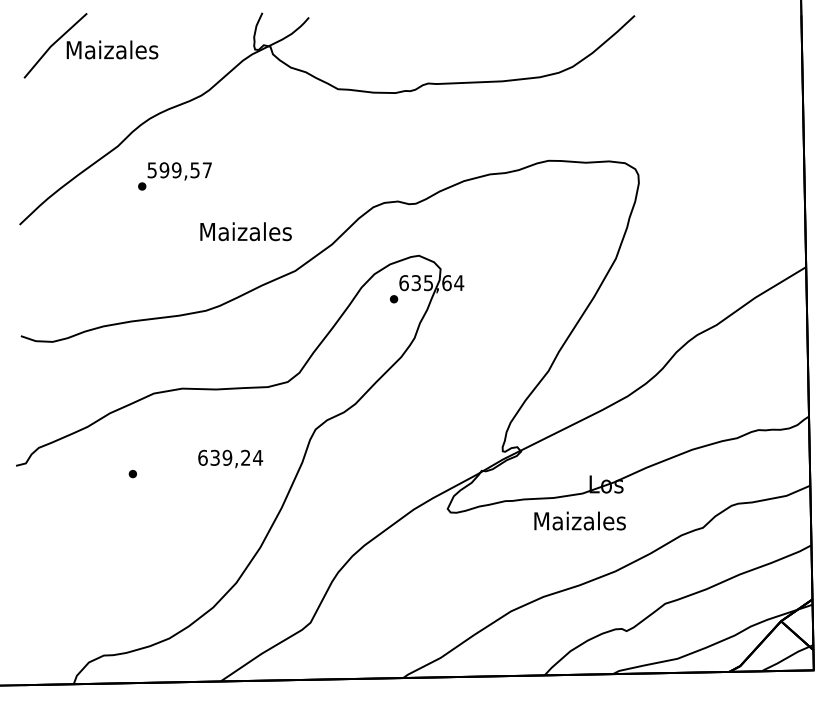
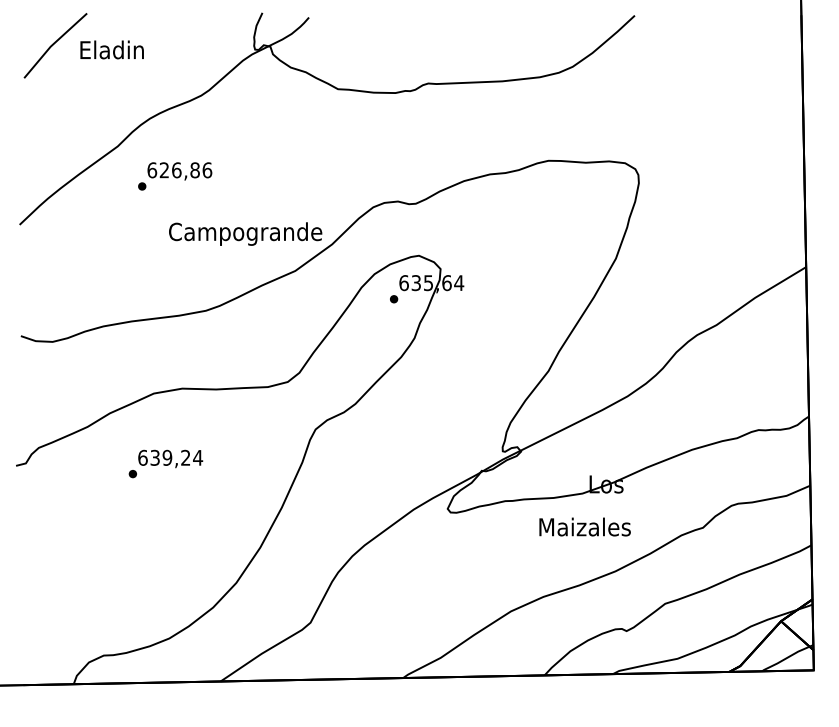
text at (112, 49): Maizales -> Eladin
text at (179, 170): 599,57 -> 626,86
text at (245, 233): Maizales -> Campogrande
text at (230, 458) position: (230, 458) -> (170, 458)
text at (579, 520) position: (579, 520) -> (584, 526)
